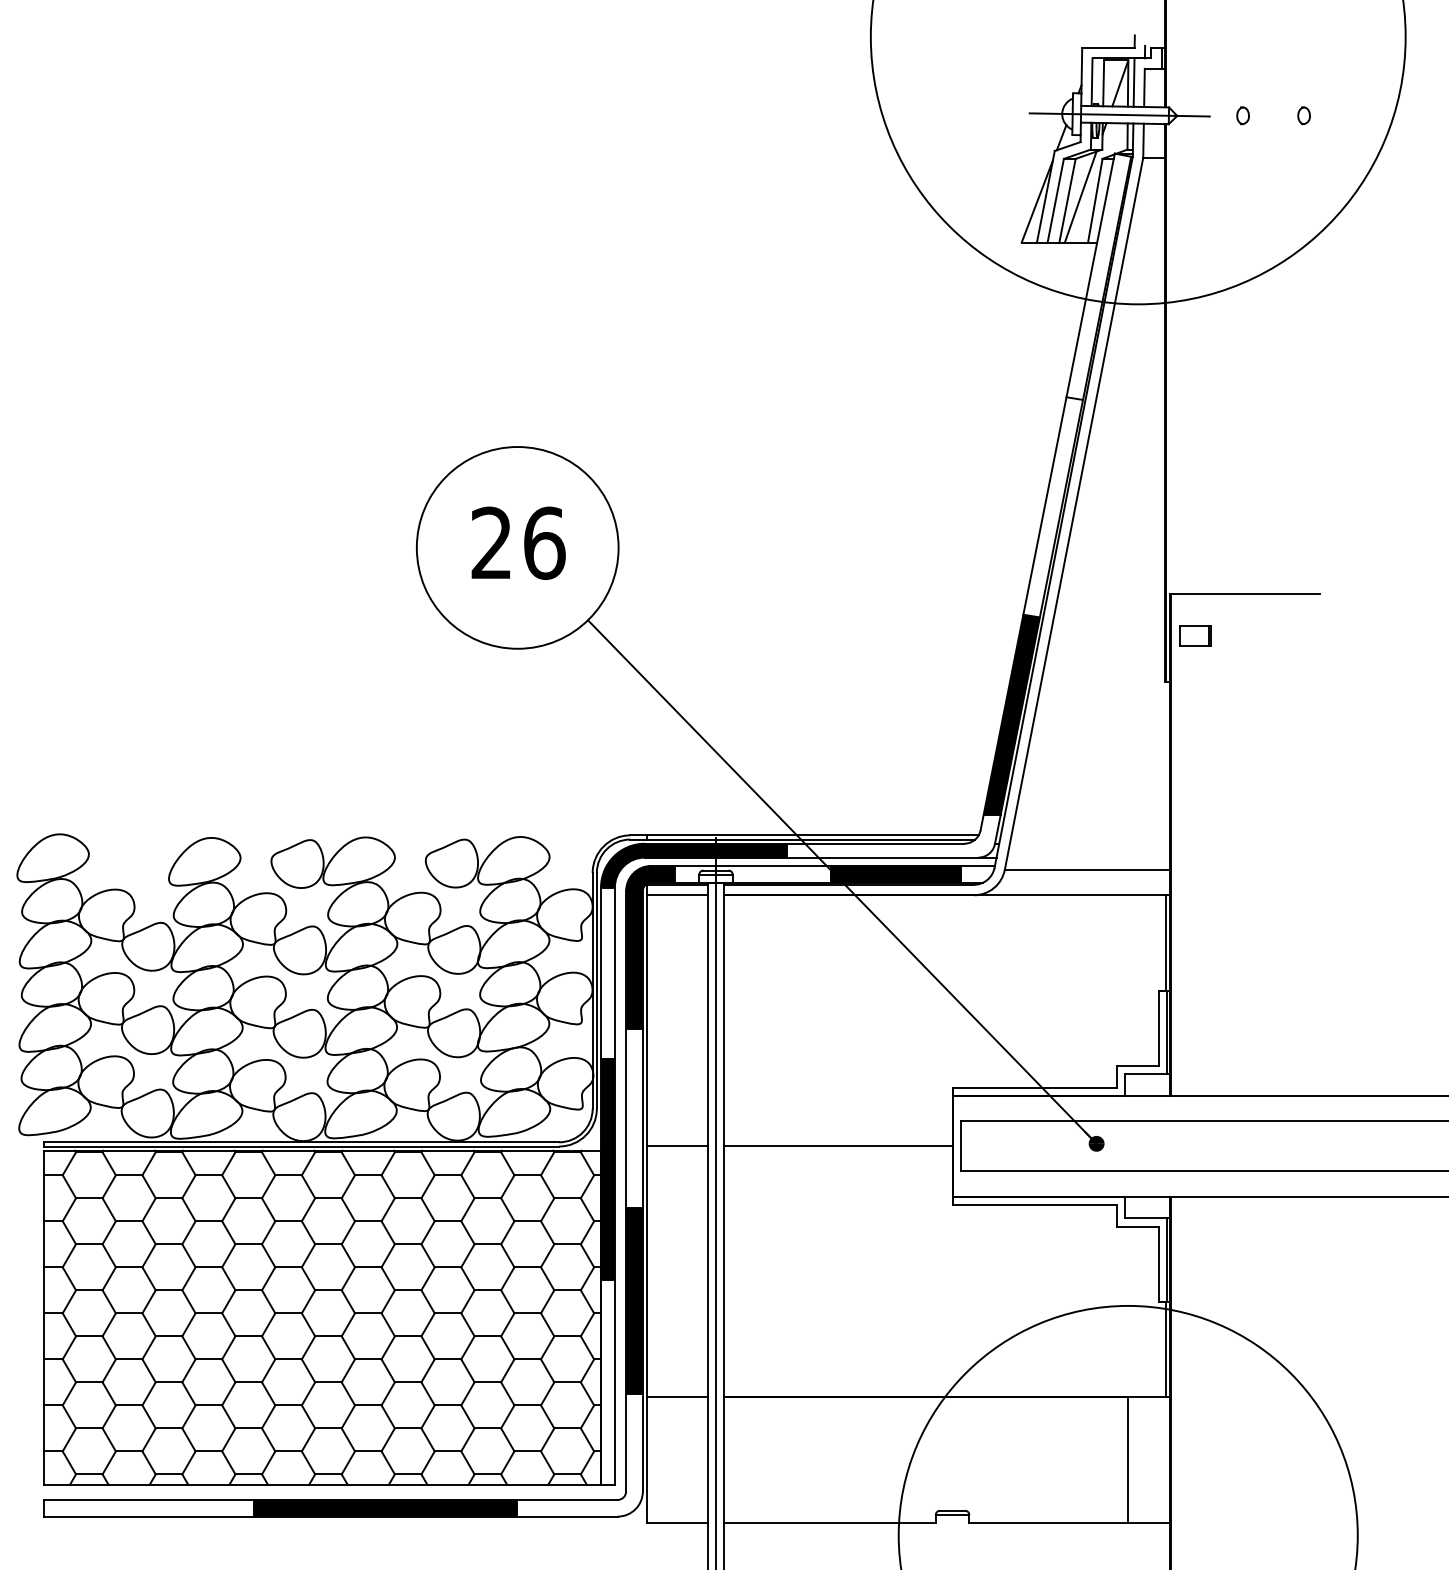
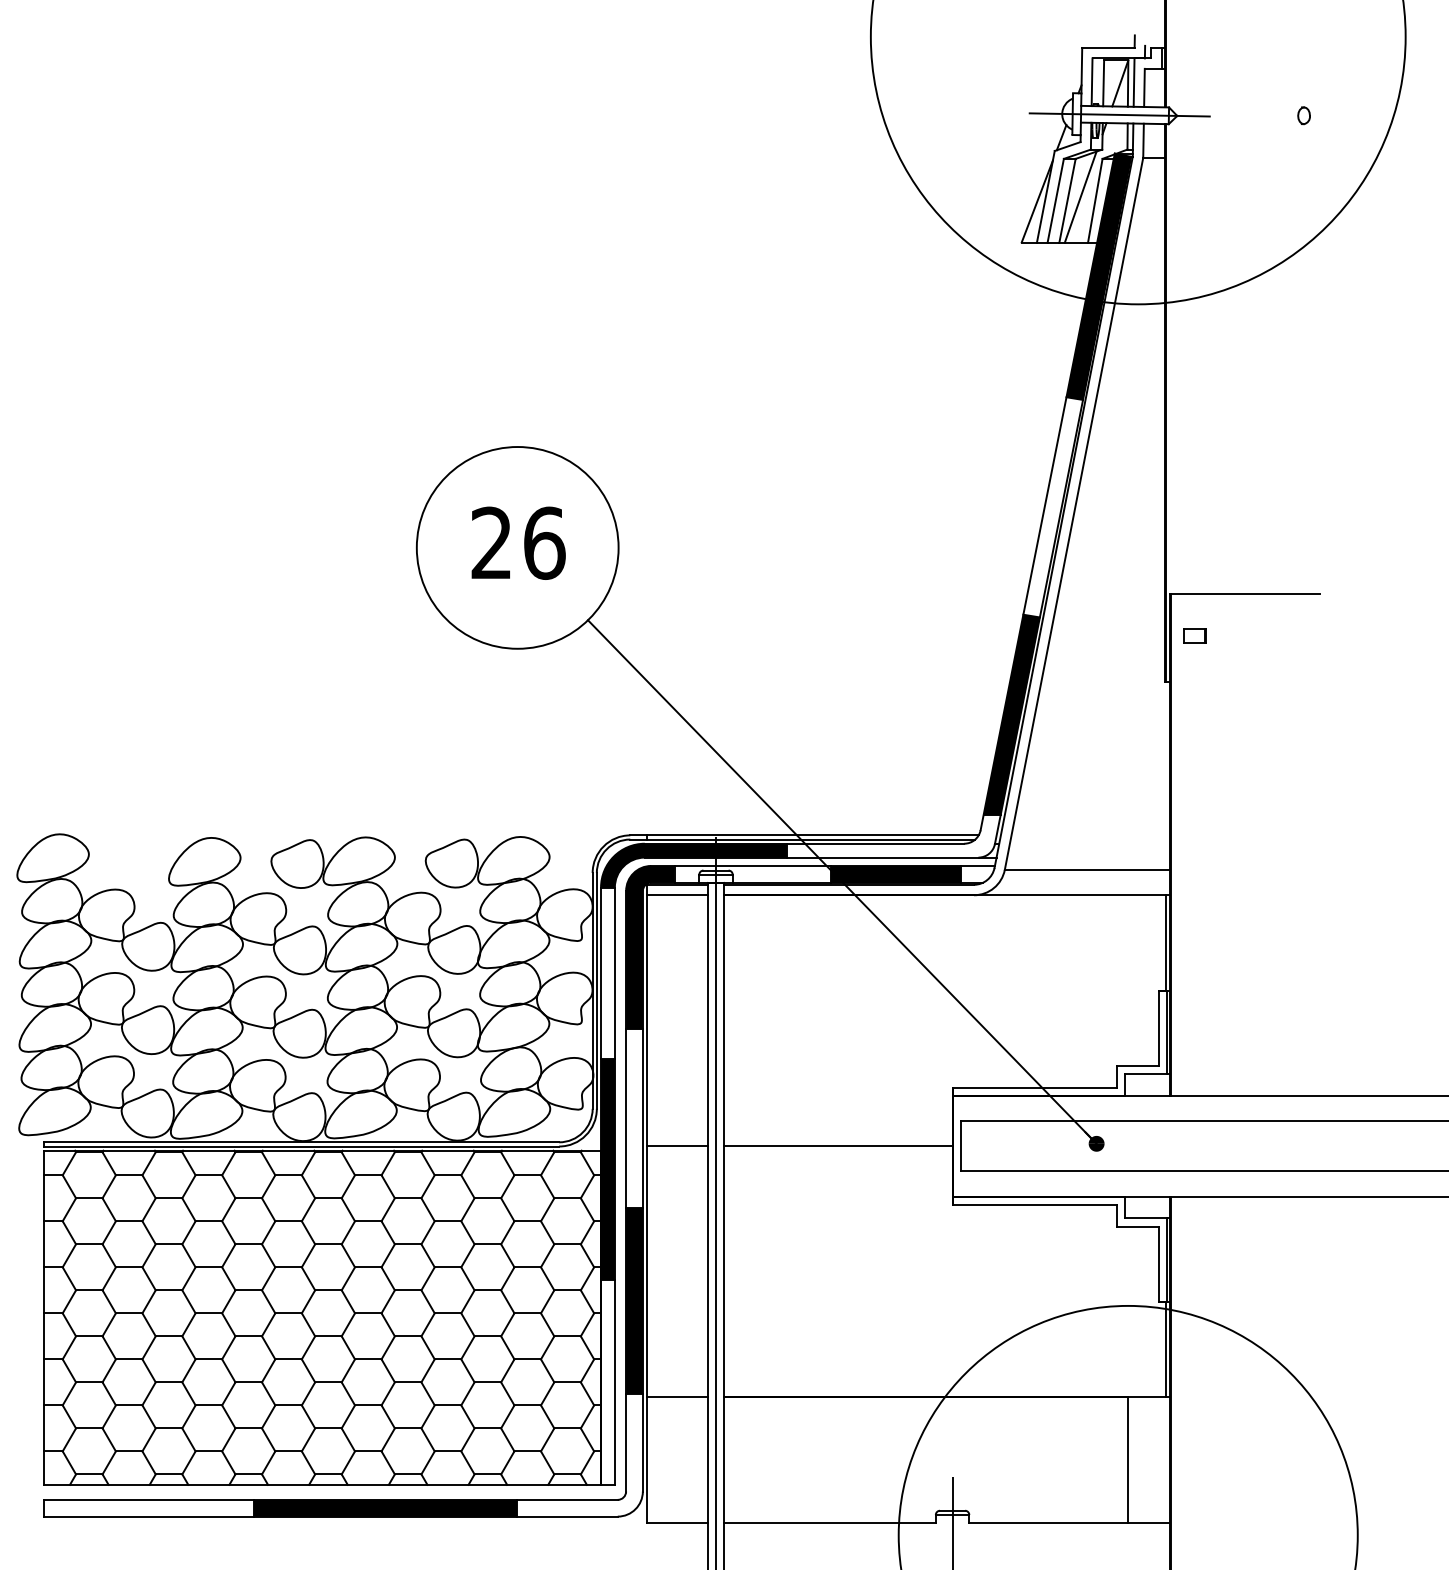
part at (1242, 115): present -> none
fill at (1098, 276): none -> present
part at (1195, 635) size: 33x22 px -> 24x16 px
line at (952, 1521): none -> present
